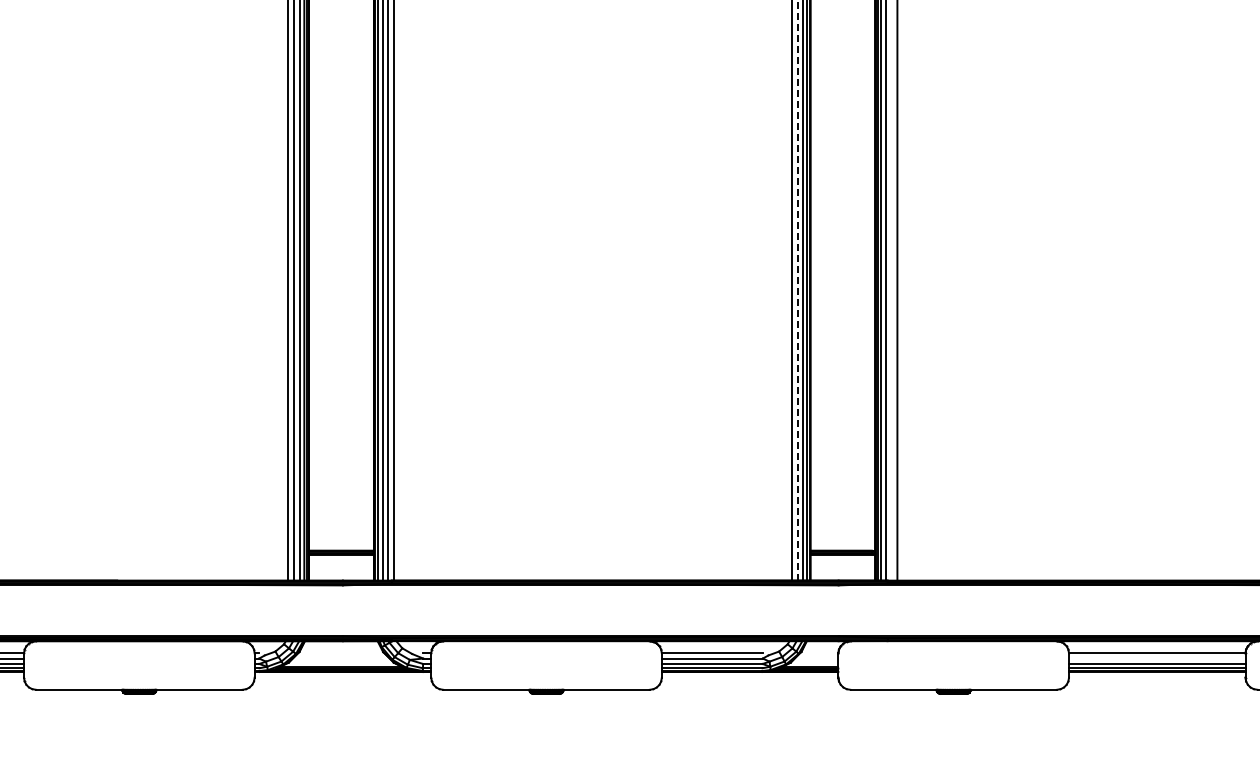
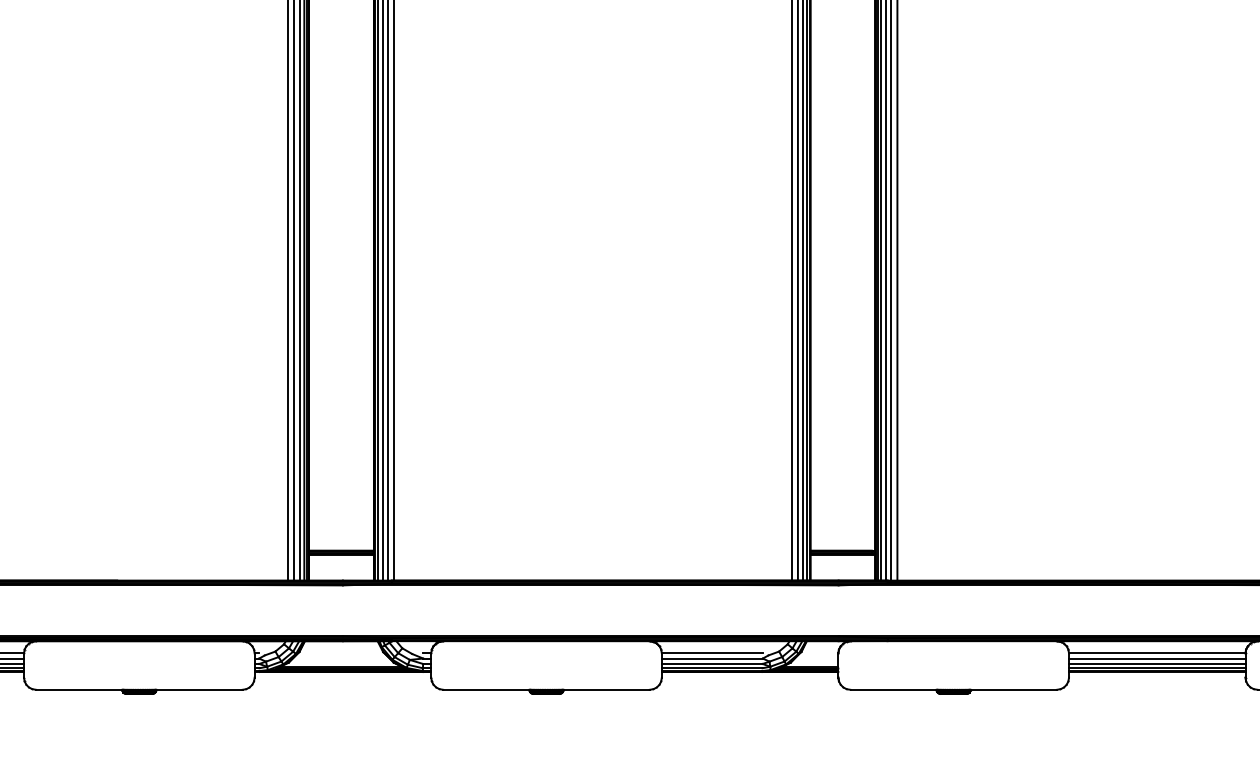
line at (797, 290): dashed -> solid
line at (891, 291): none -> present
line at (1157, 658): none -> present
